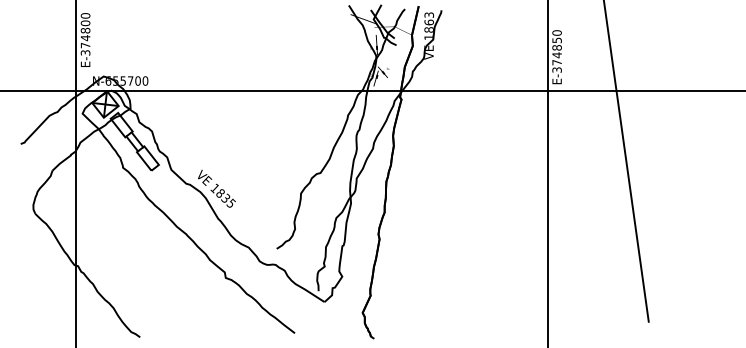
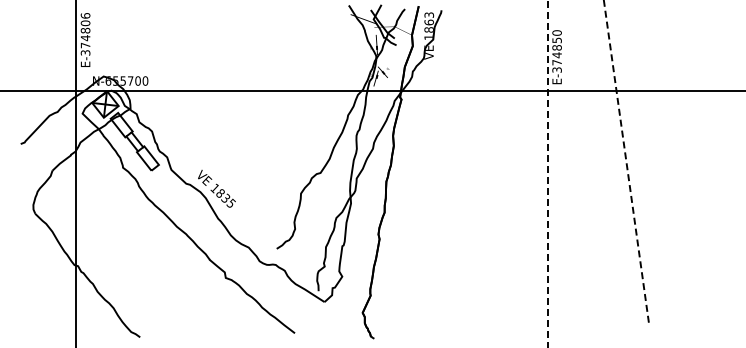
text at (85, 15): E-374800 -> E-374806
line at (626, 161): solid -> dashed
line at (548, 173): solid -> dashed
